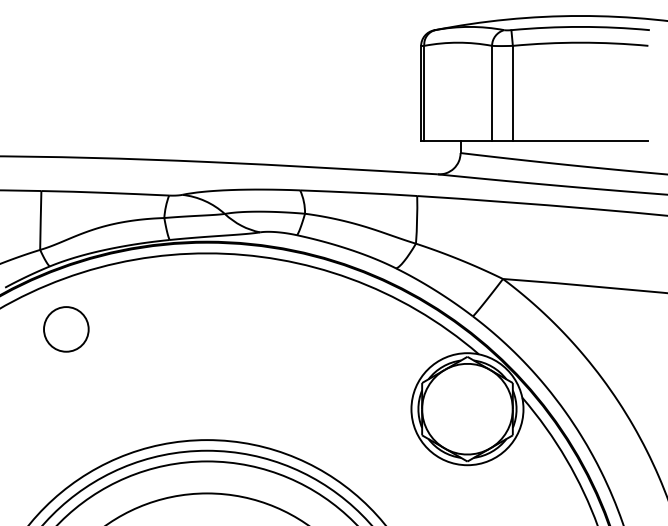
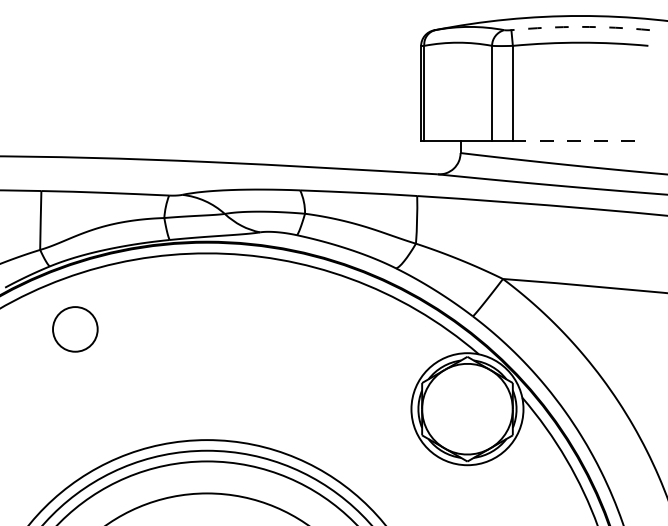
arc at (580, 26): solid -> dashed
line at (580, 141): solid -> dashed
circle at (66, 329) position: (66, 329) -> (75, 329)
